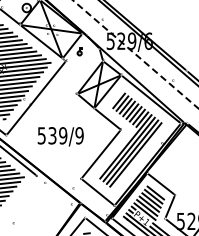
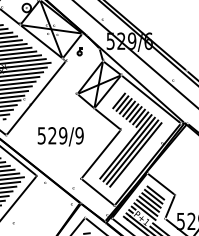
line at (135, 54): dashed -> solid
text at (52, 135): 539/9 -> 529/9
line at (18, 197): none -> present
